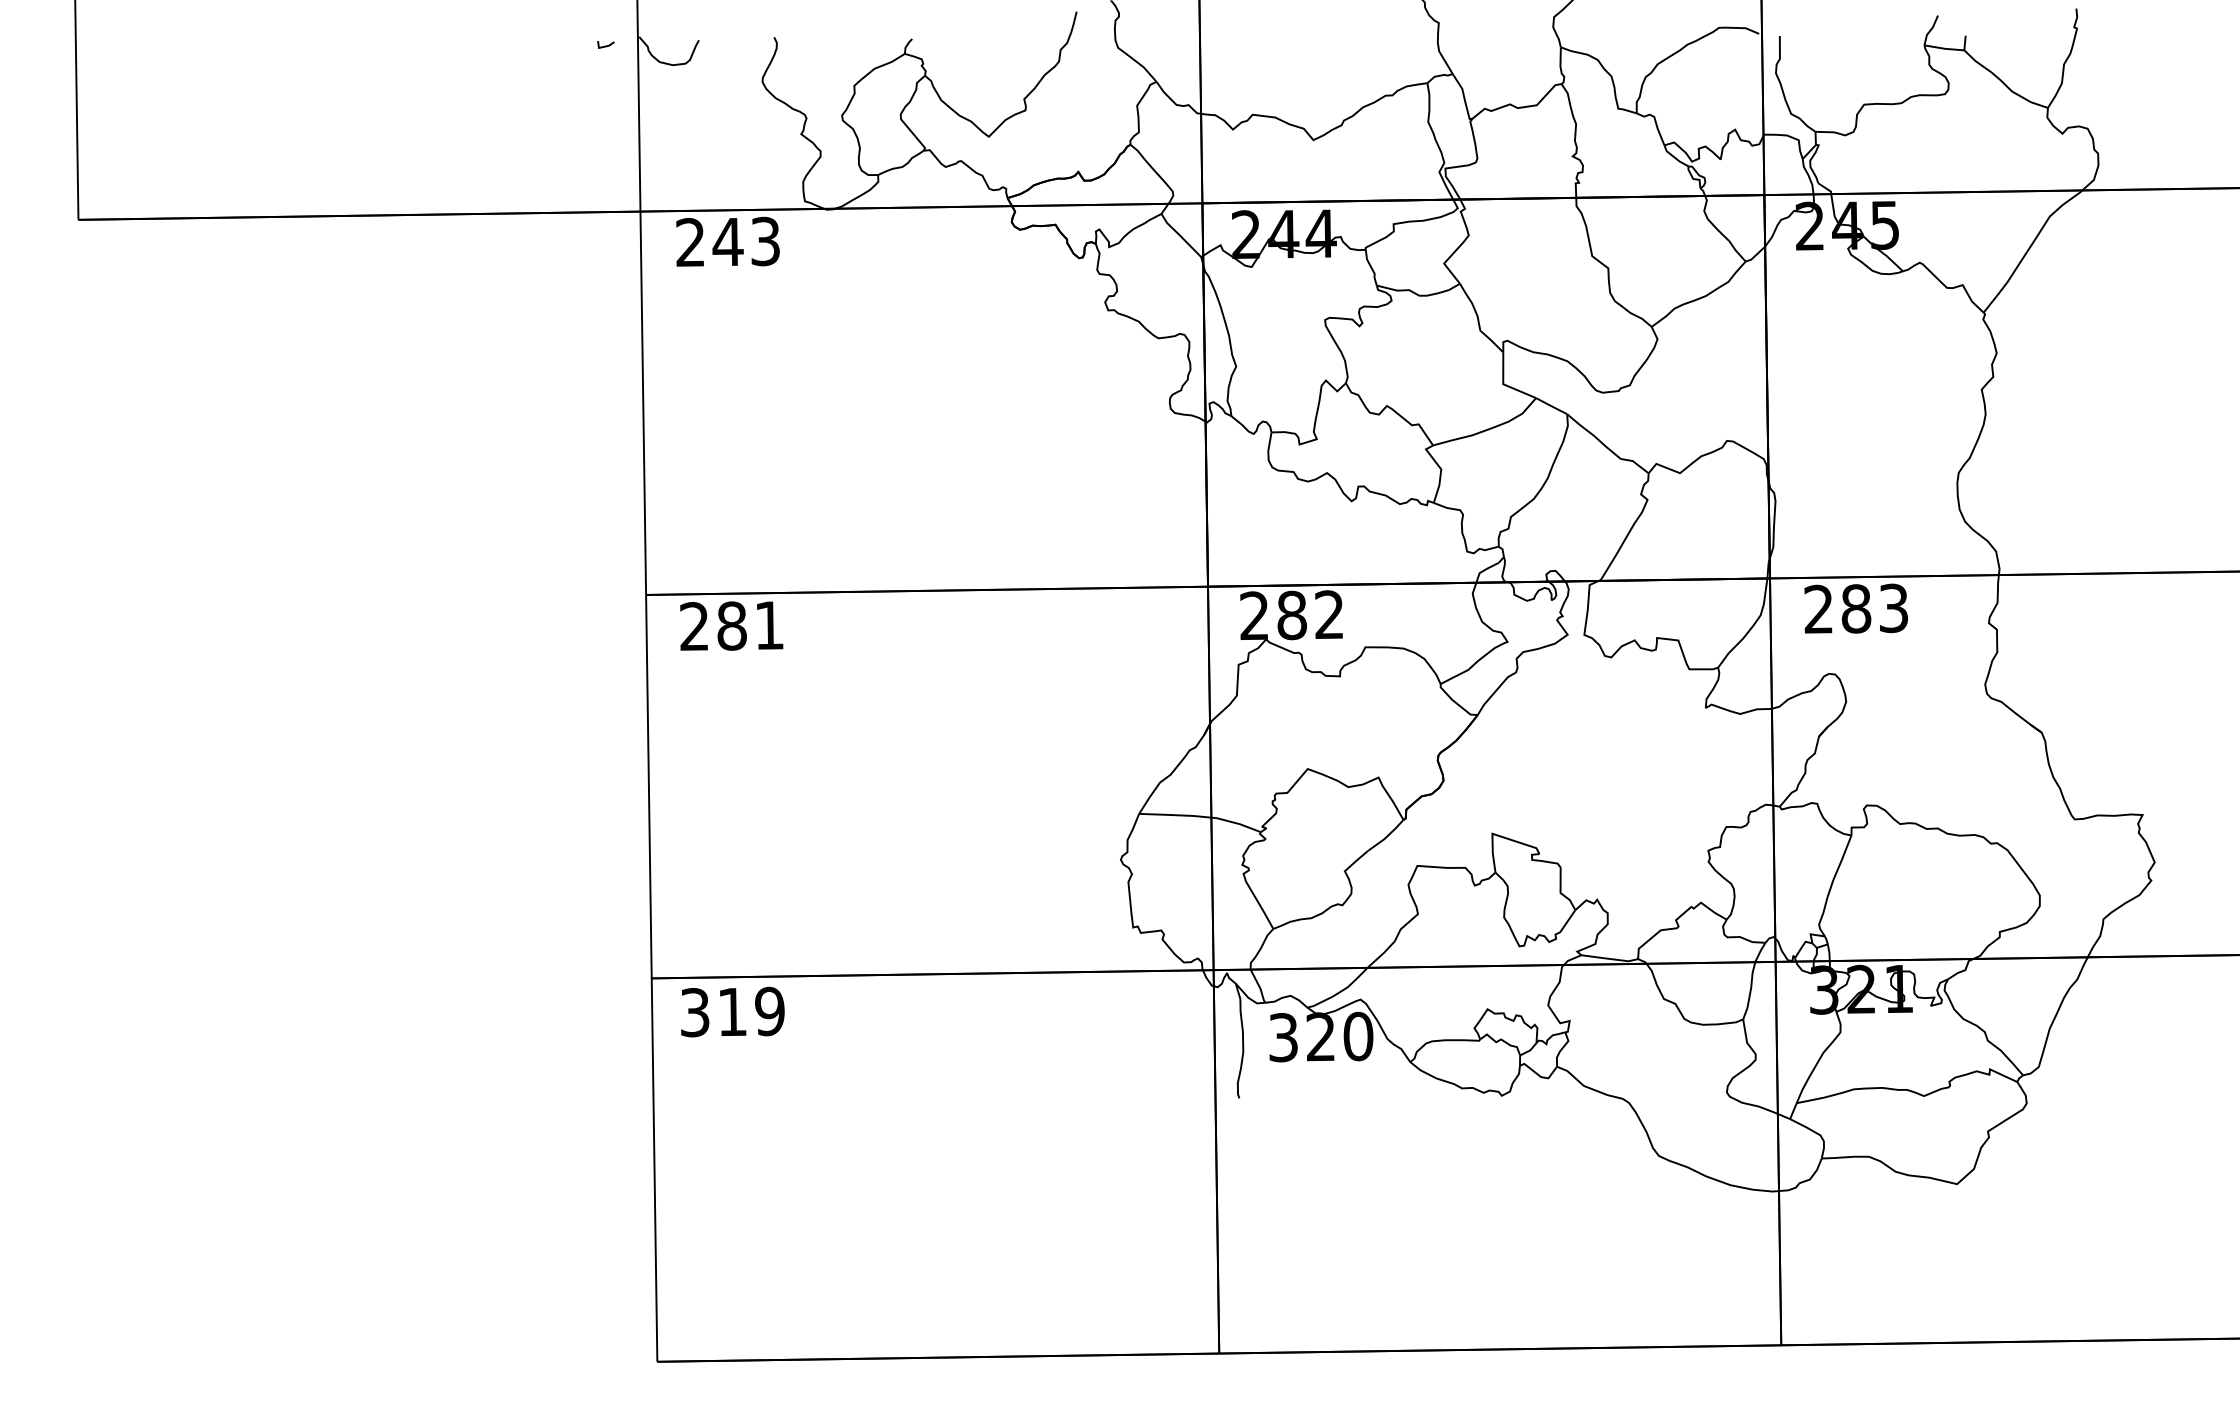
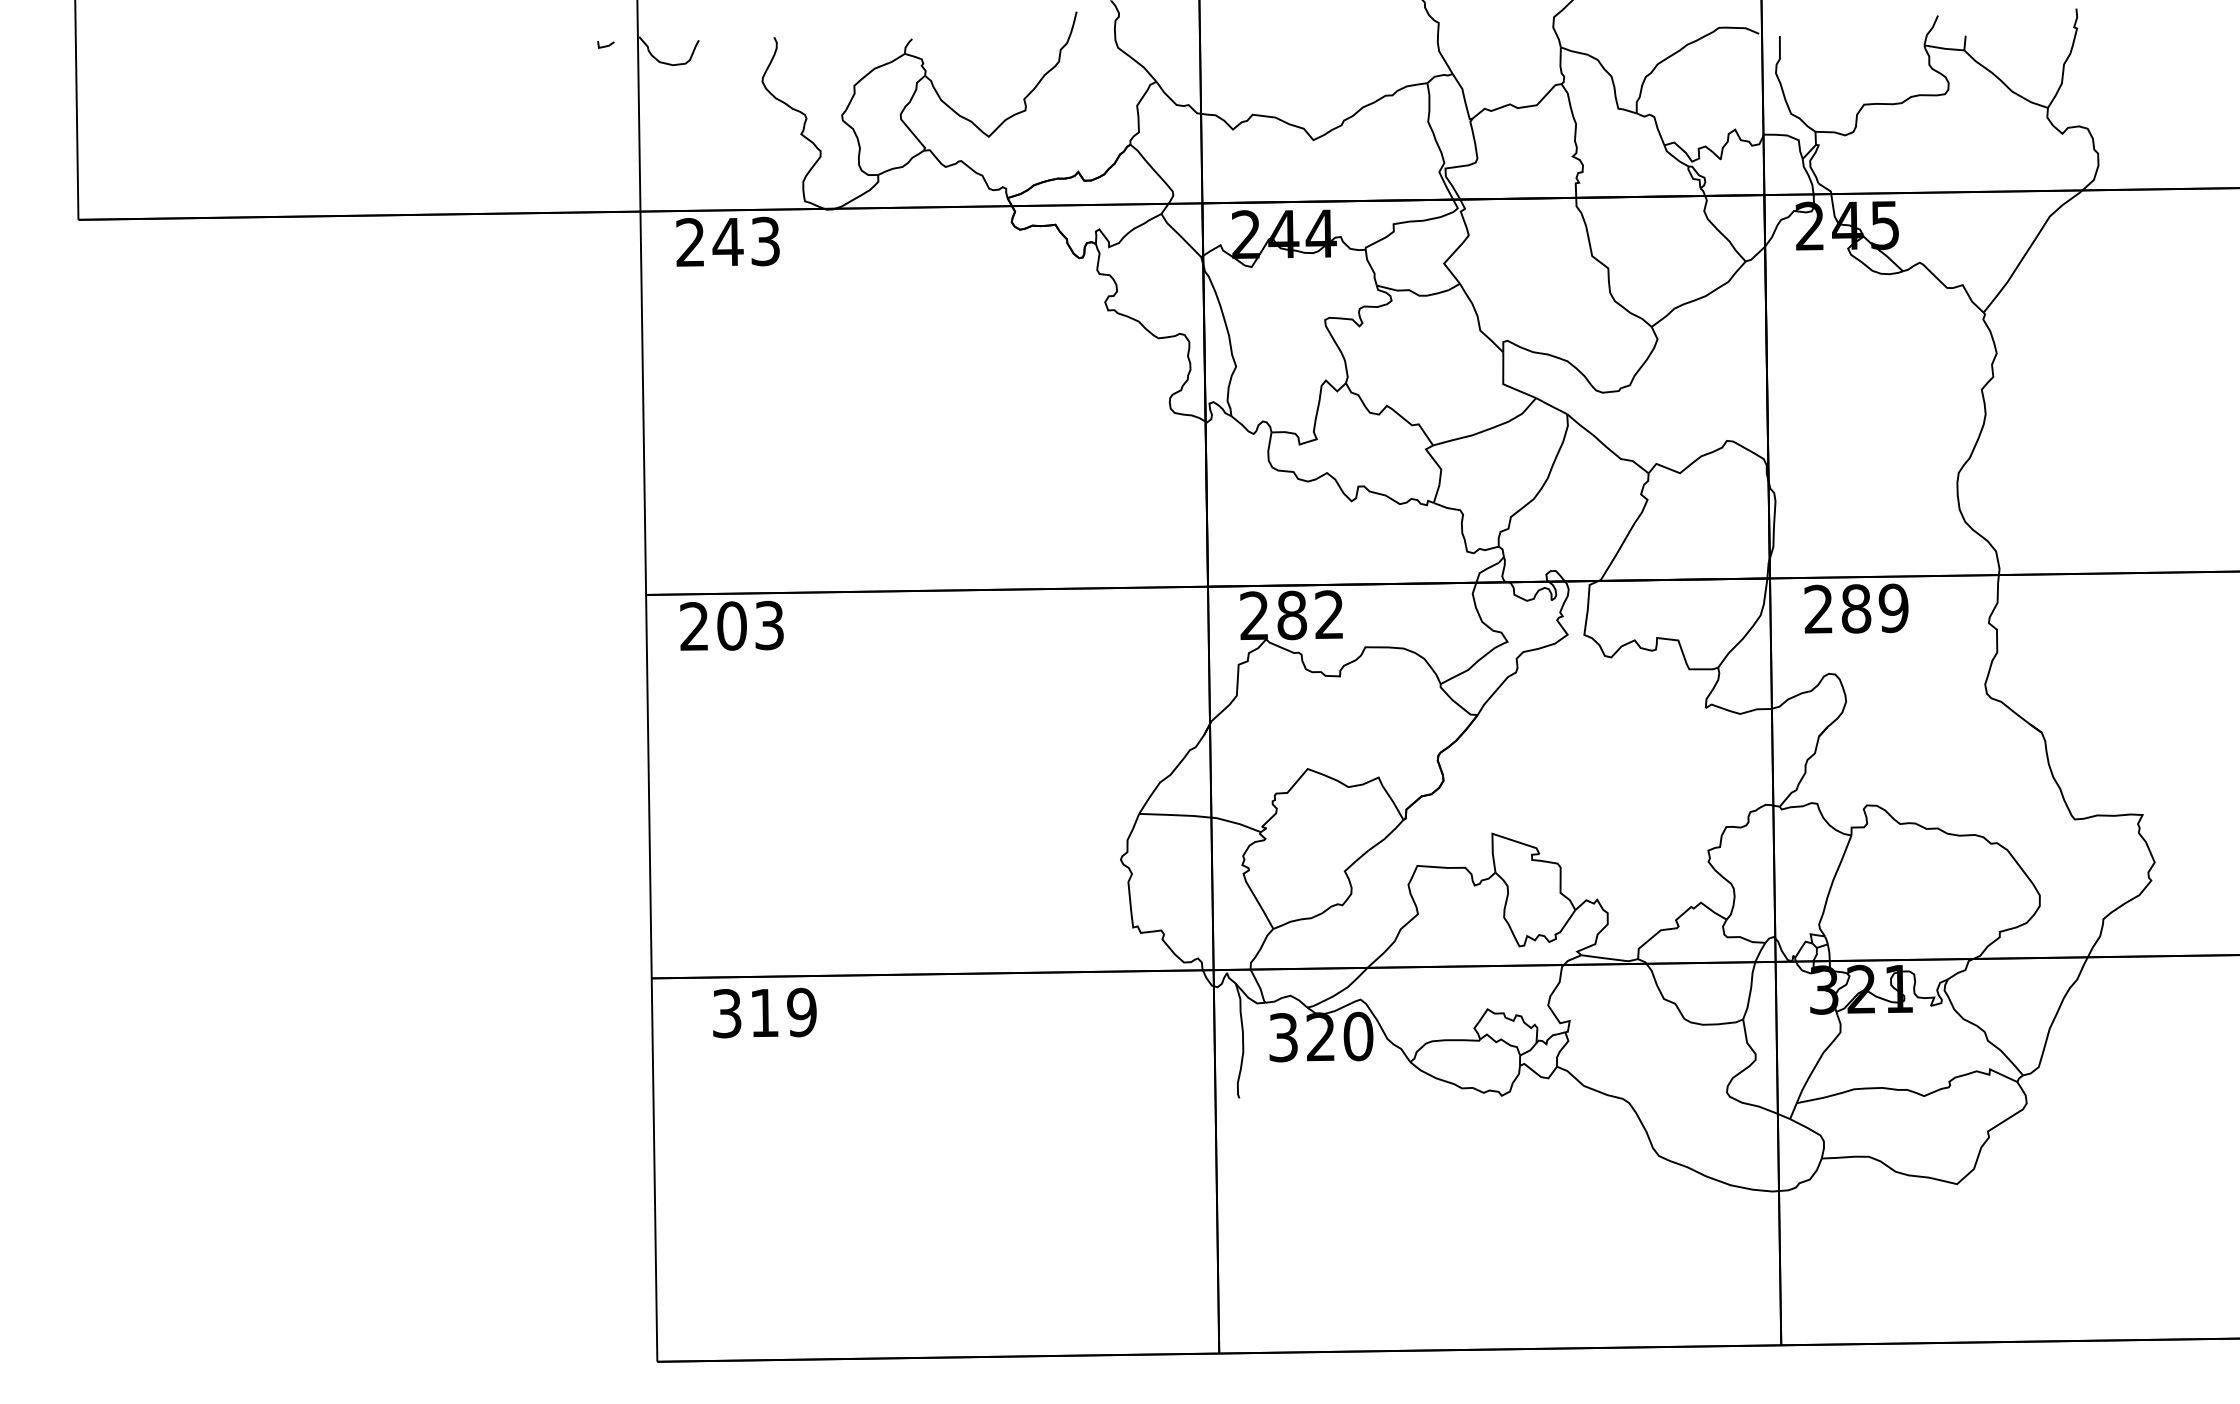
text at (1893, 607): 283 -> 289
text at (750, 625): 281 -> 203
text at (732, 1011) position: (732, 1011) -> (764, 1012)
